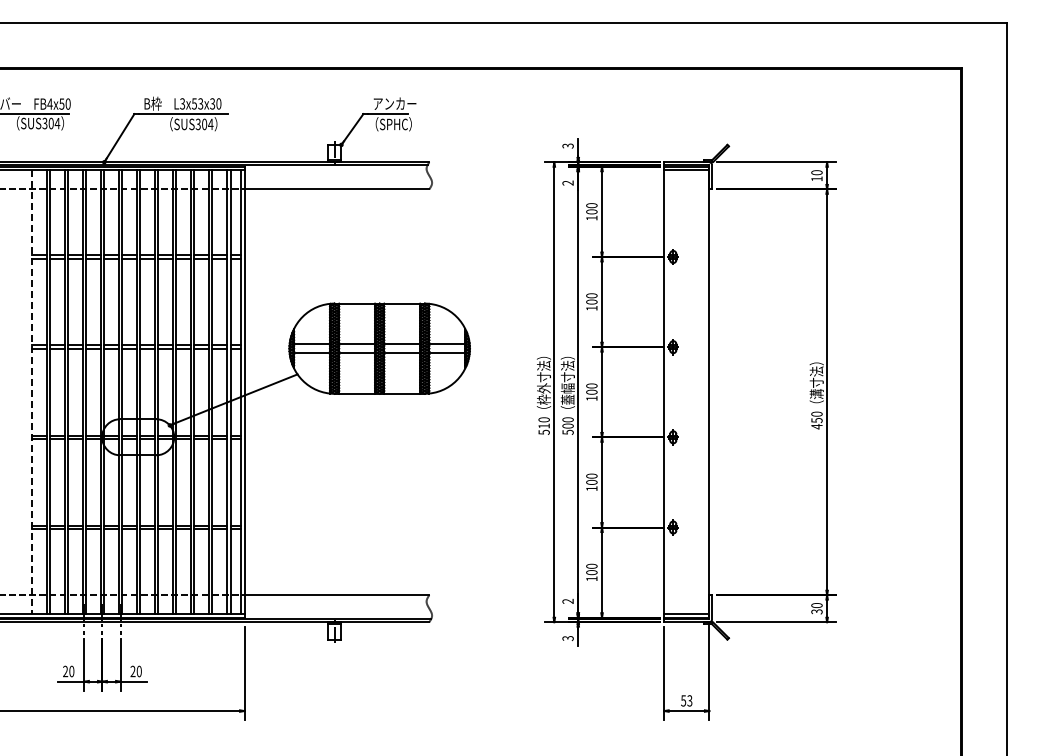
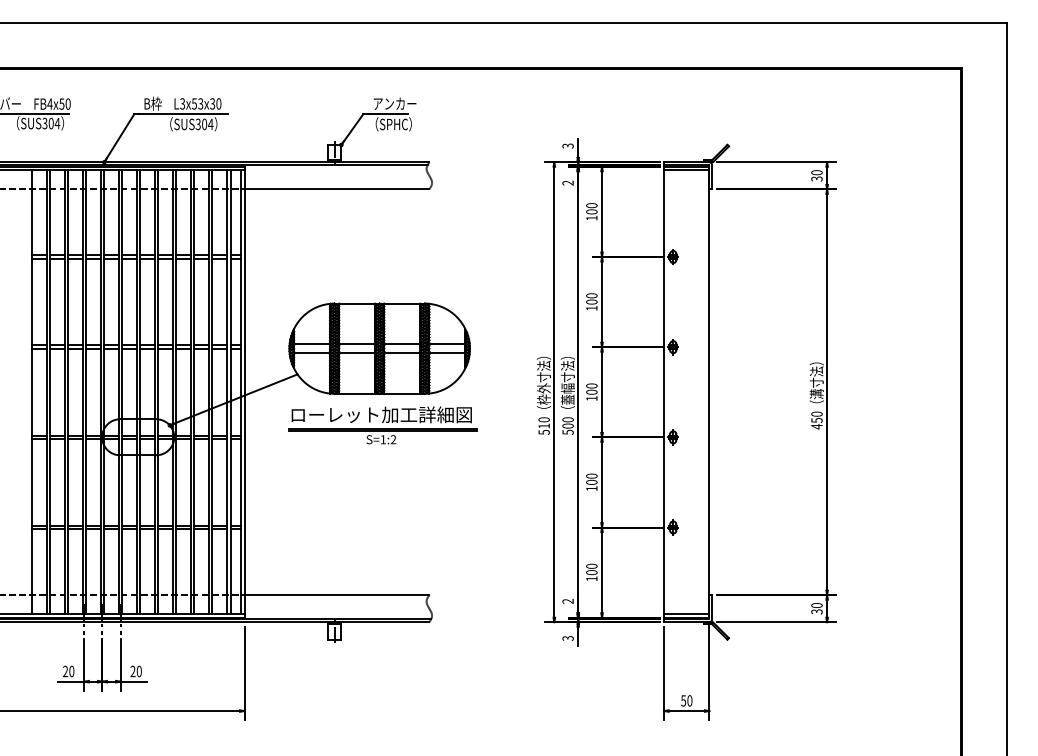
text at (816, 178): 10 -> 30
line at (32, 392): dashed -> solid
part at (382, 425): none -> present
text at (689, 700): 53 -> 50
